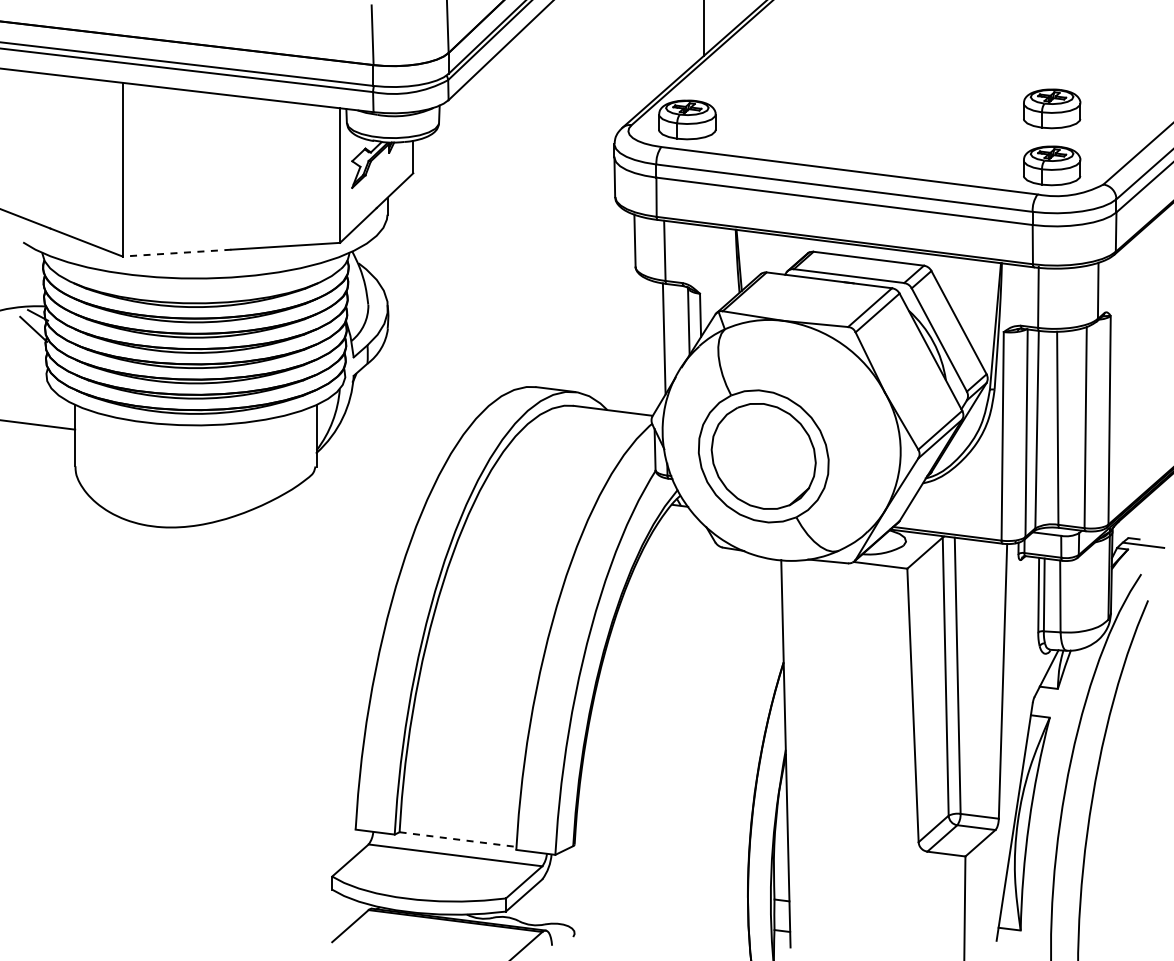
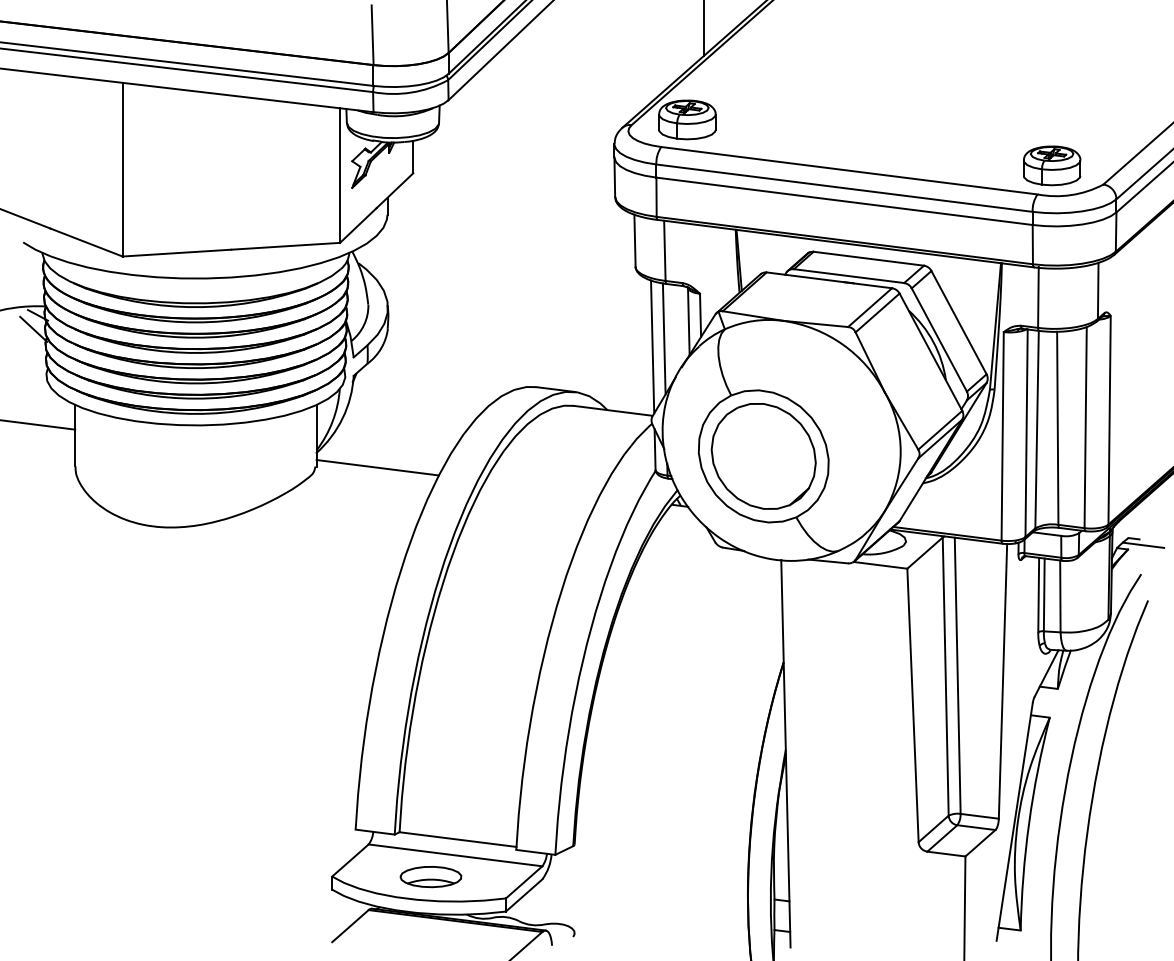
part at (1052, 108): present -> none
line at (176, 253): dashed -> solid
line at (652, 346): none -> present
line at (377, 467): none -> present
line at (458, 839): dashed -> solid
part at (430, 877): none -> present
